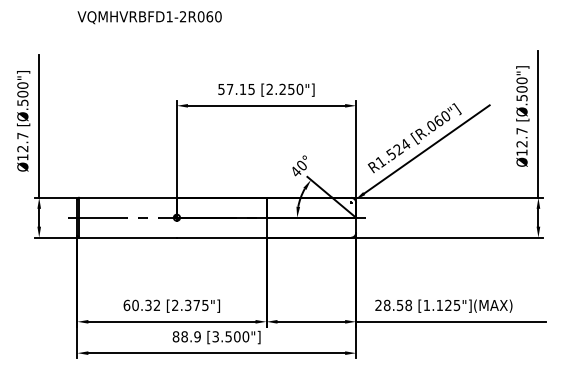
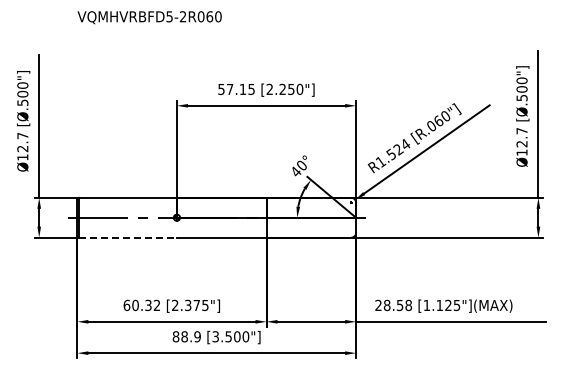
text at (169, 16): VQMHVRBFD1-2R060 -> VQMHVRBFD5-2R060
line at (127, 237): solid -> dashed
